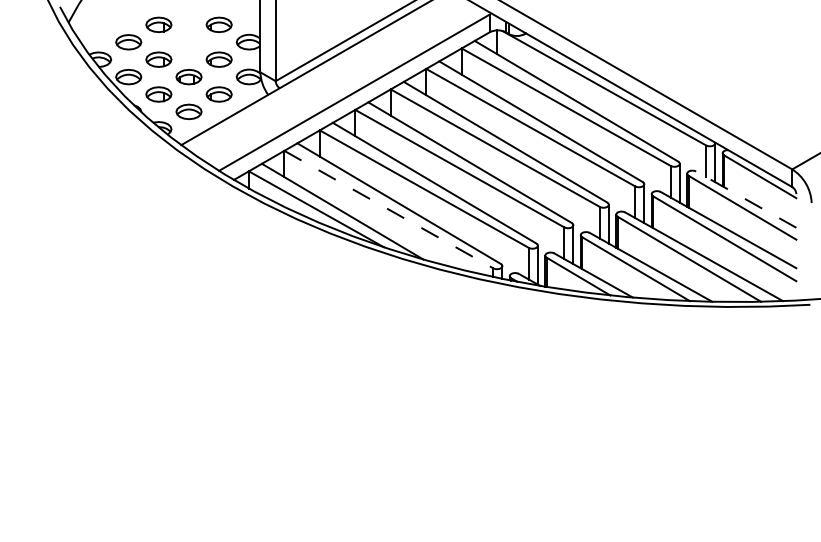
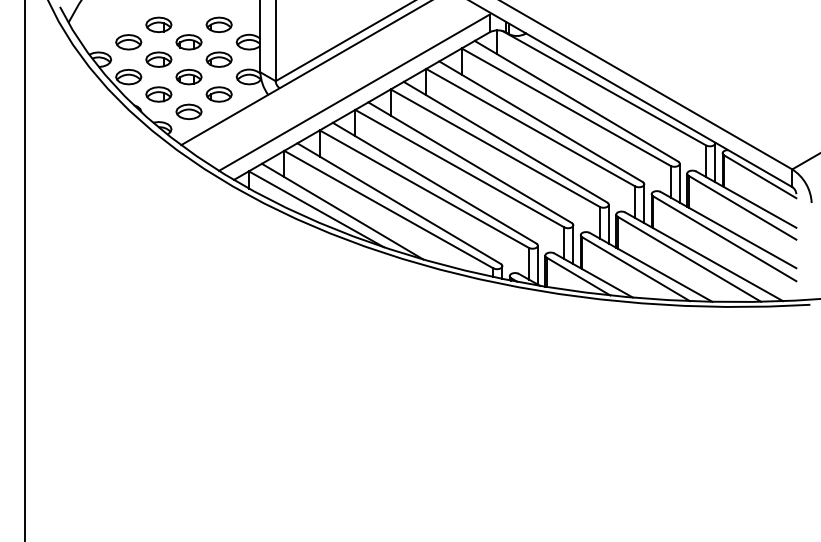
part at (188, 42): none -> present
line at (745, 199): dashed -> solid
line at (388, 209): dashed -> solid
line at (24, 270): none -> present
